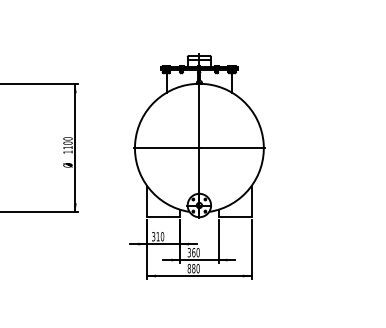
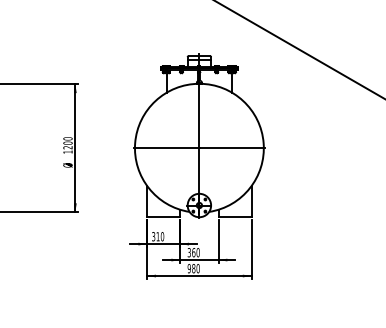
line at (299, 49): none -> present
text at (67, 147): 1100 -> 1200
text at (188, 268): 880 -> 980
